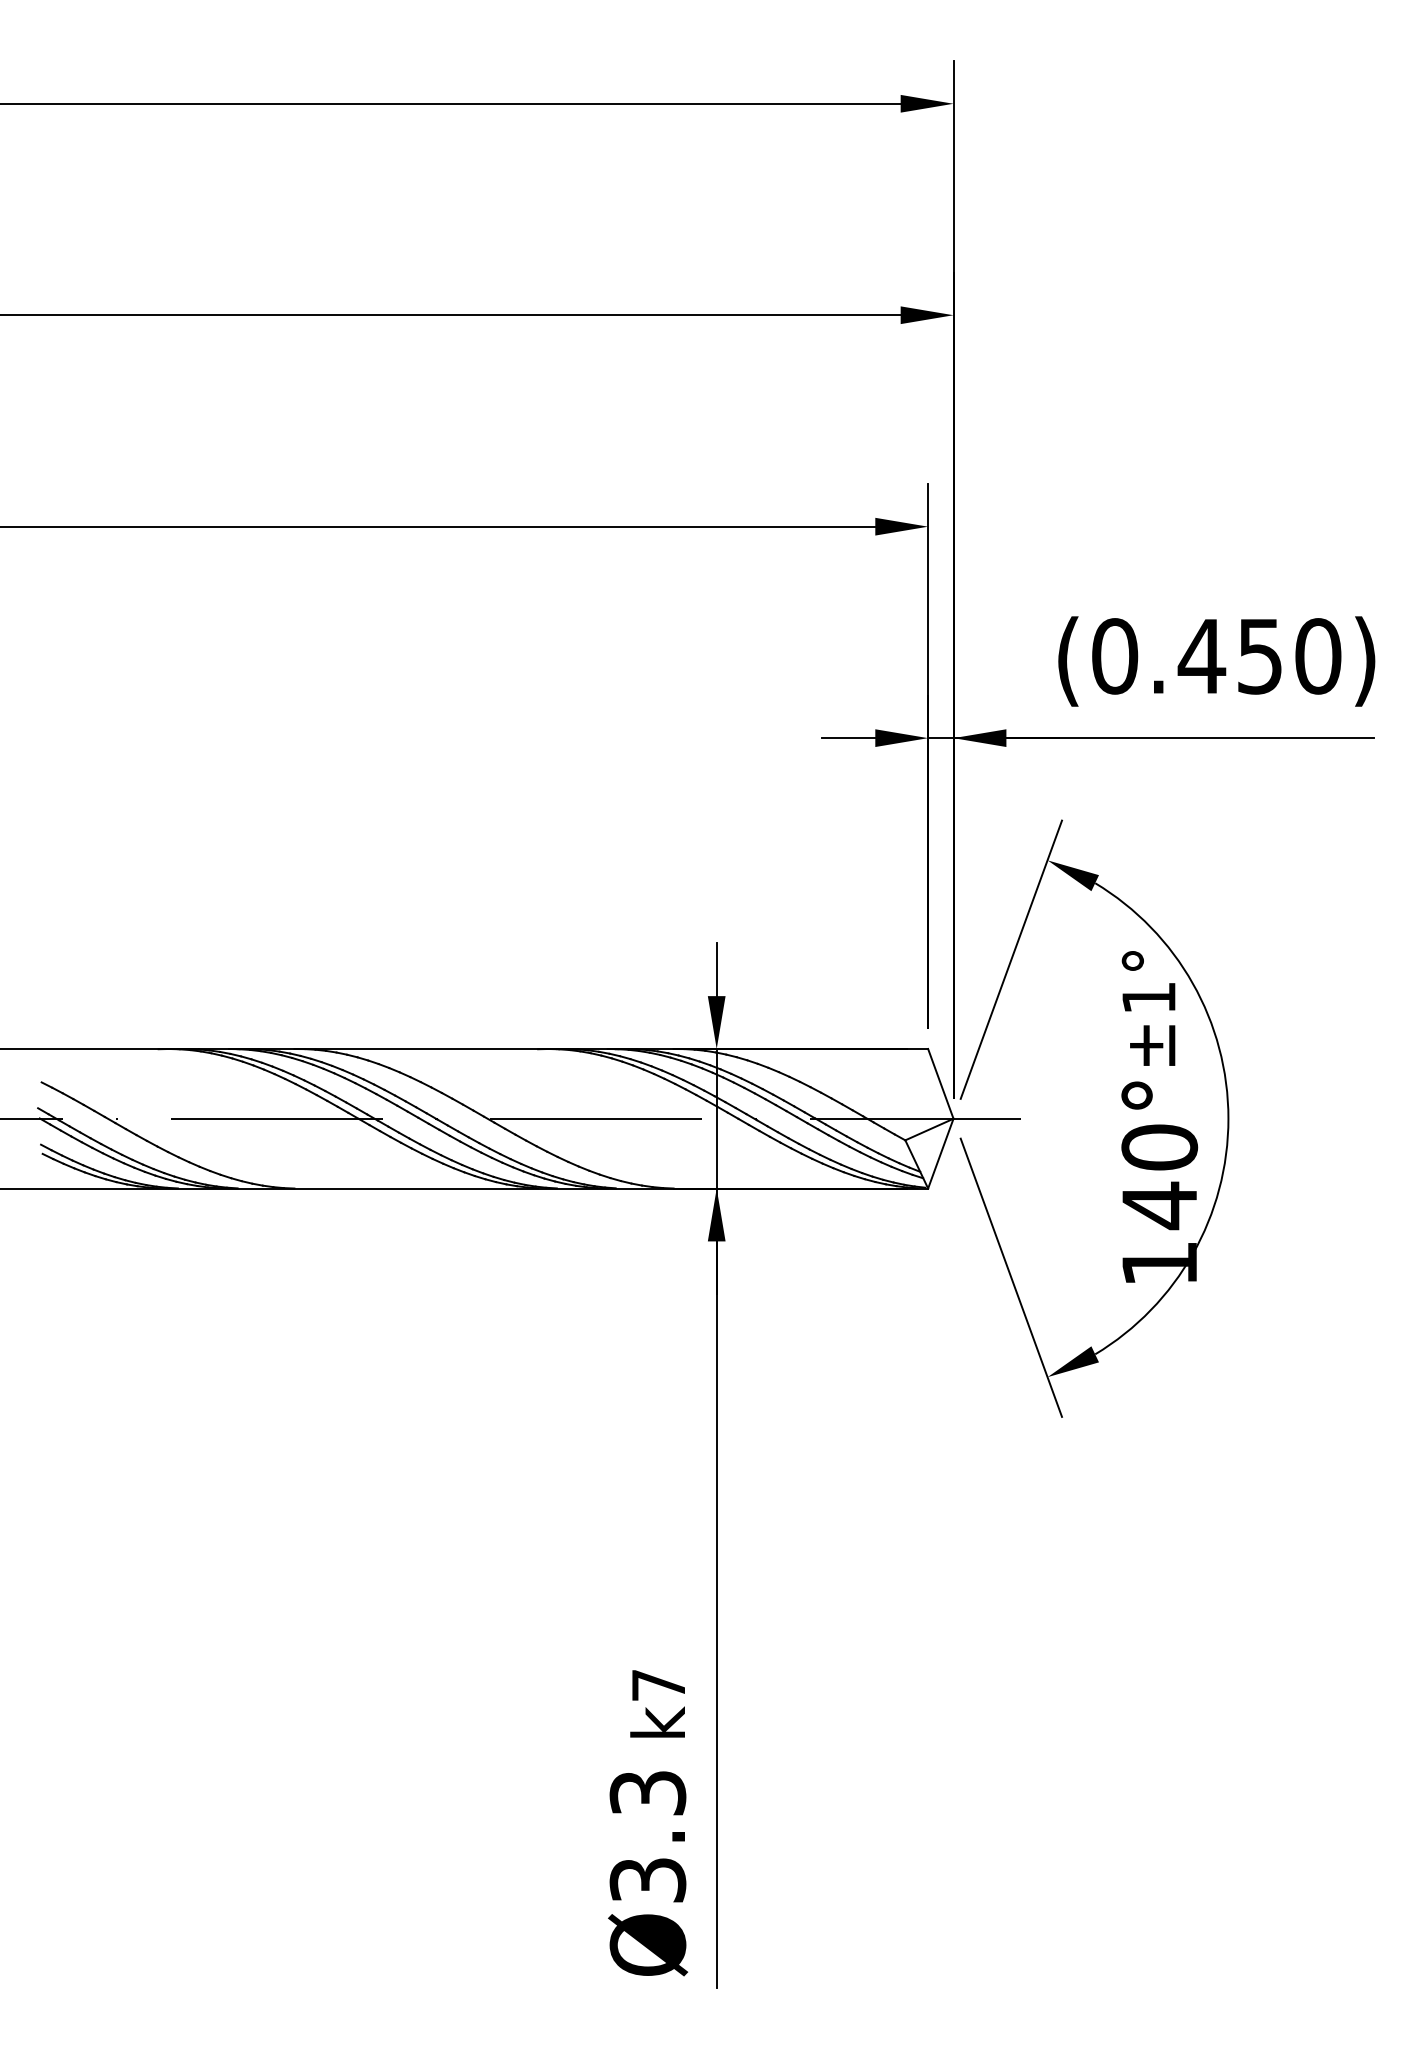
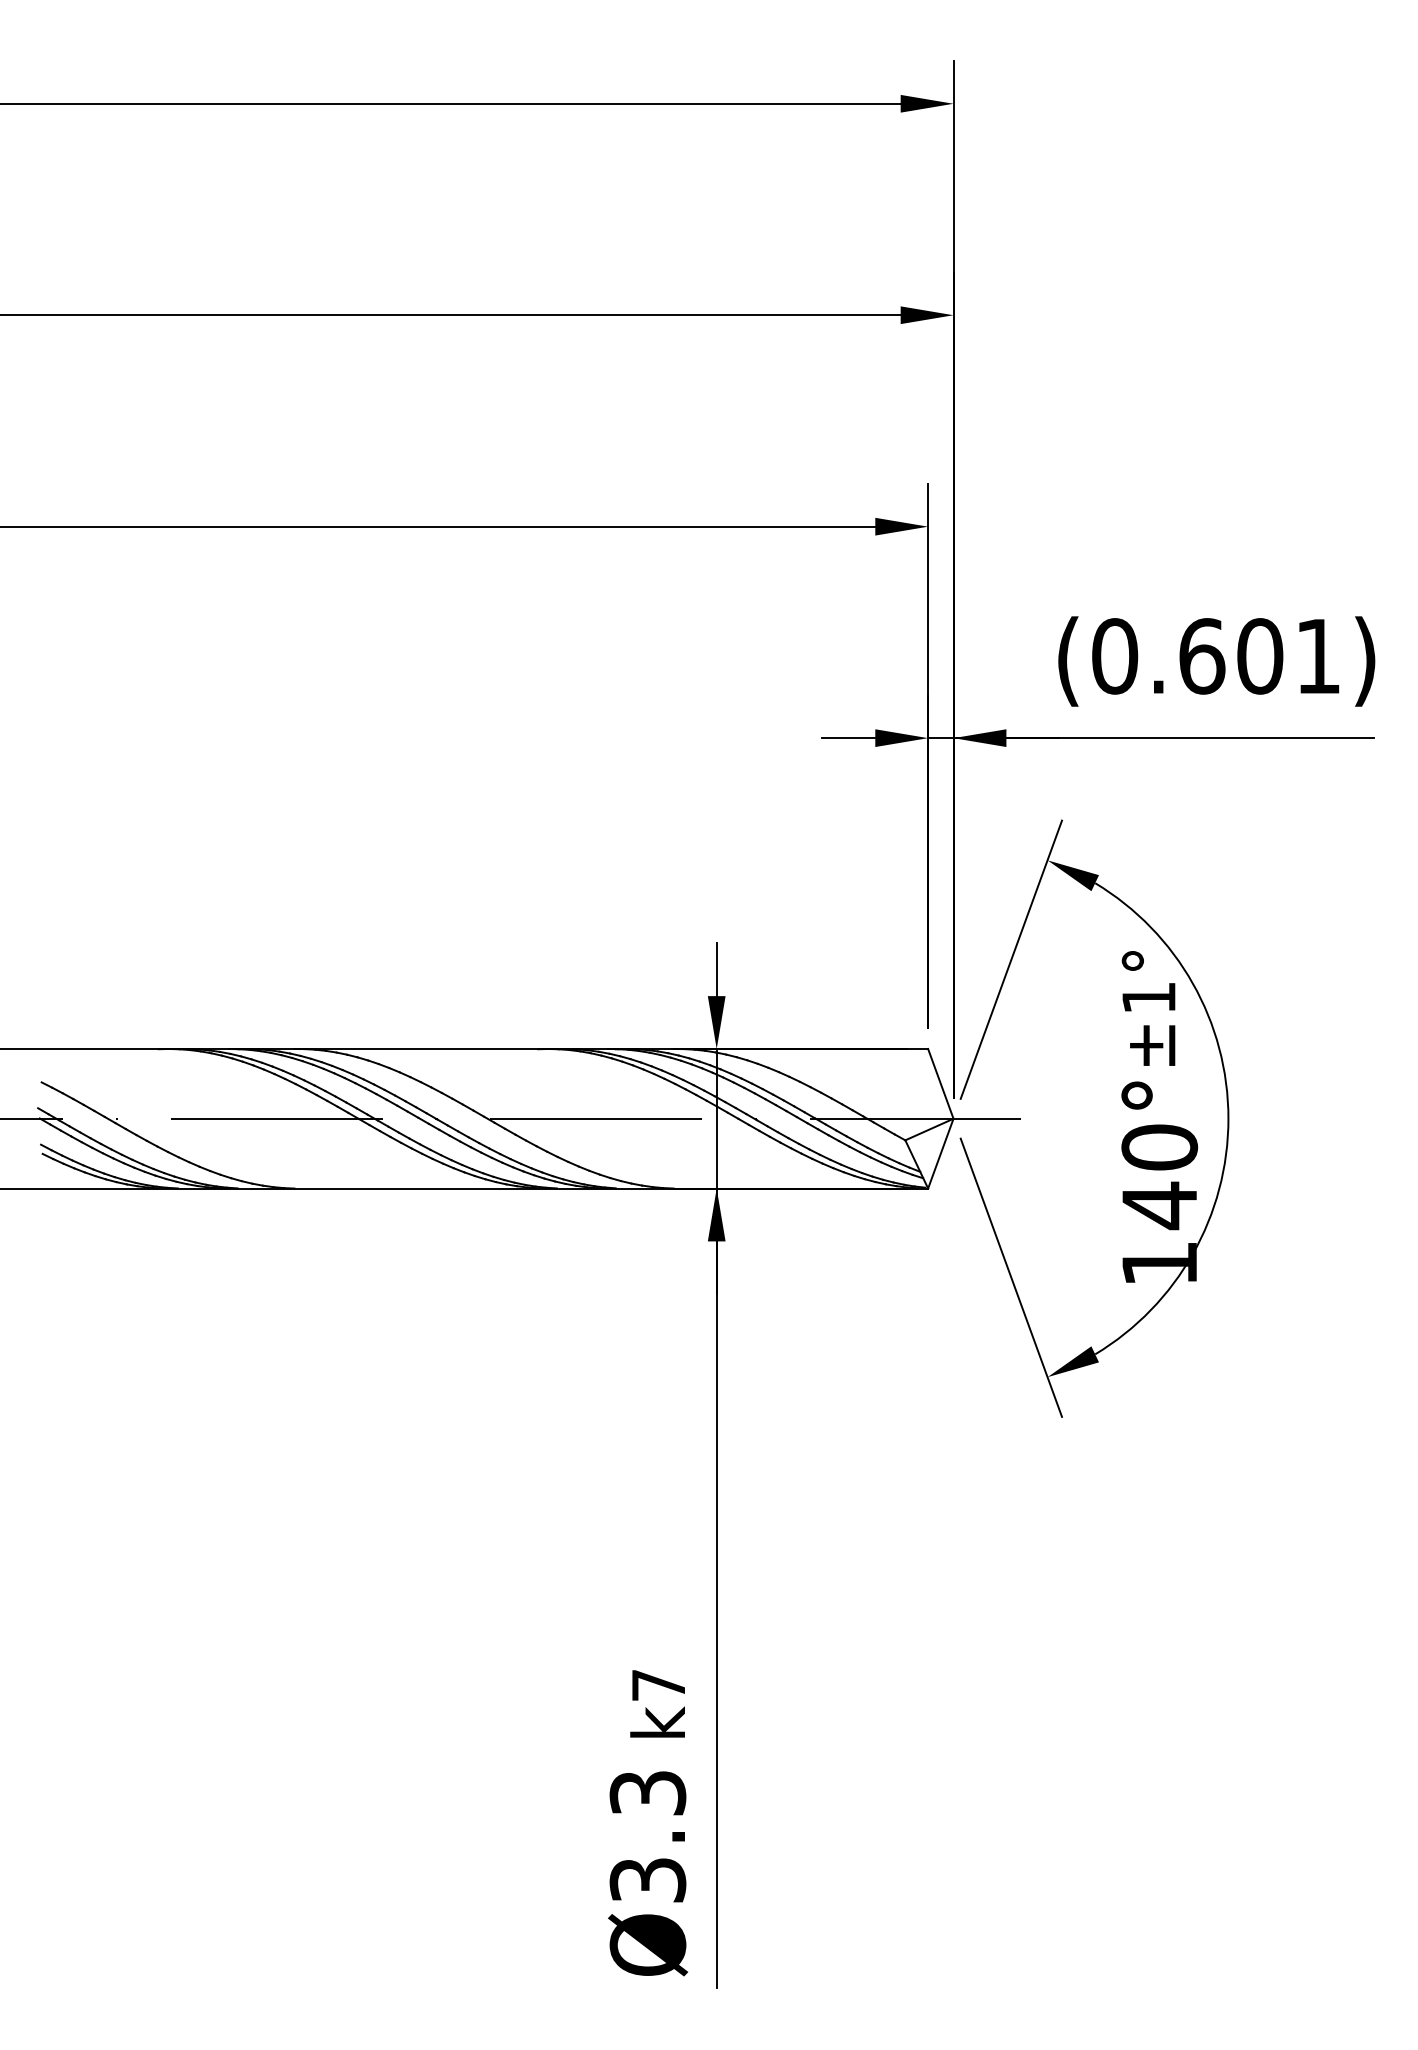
text at (1259, 656): (0.450) -> (0.601)
